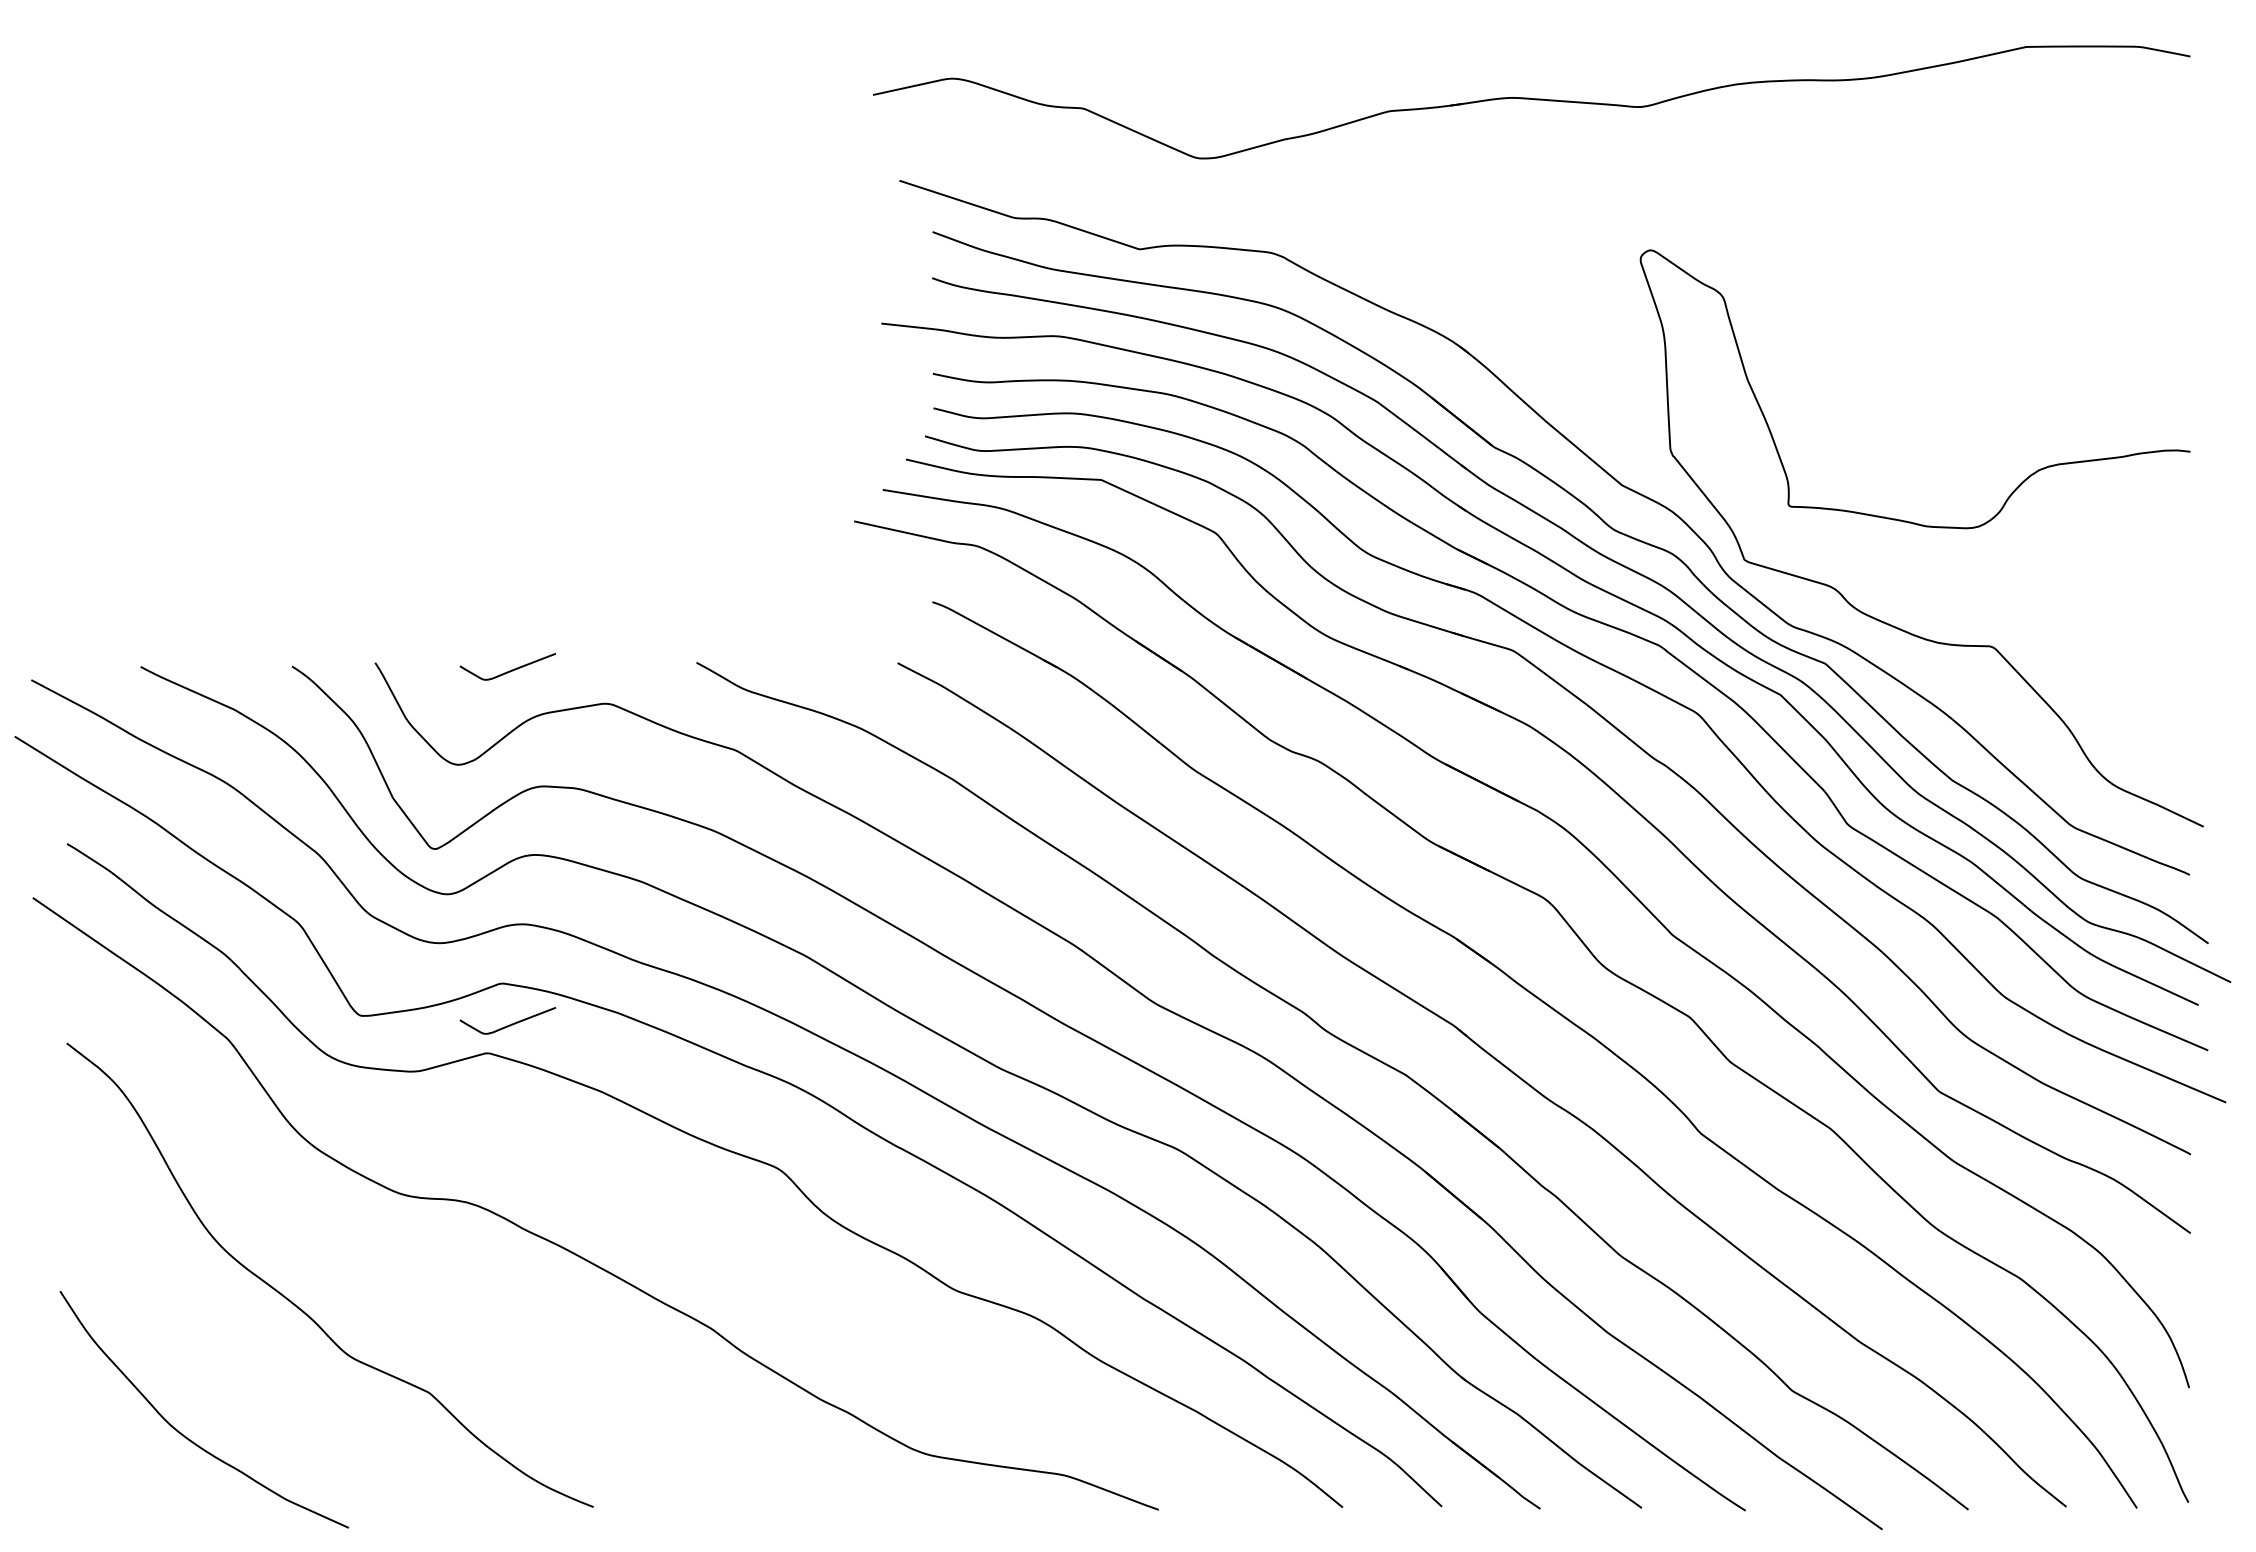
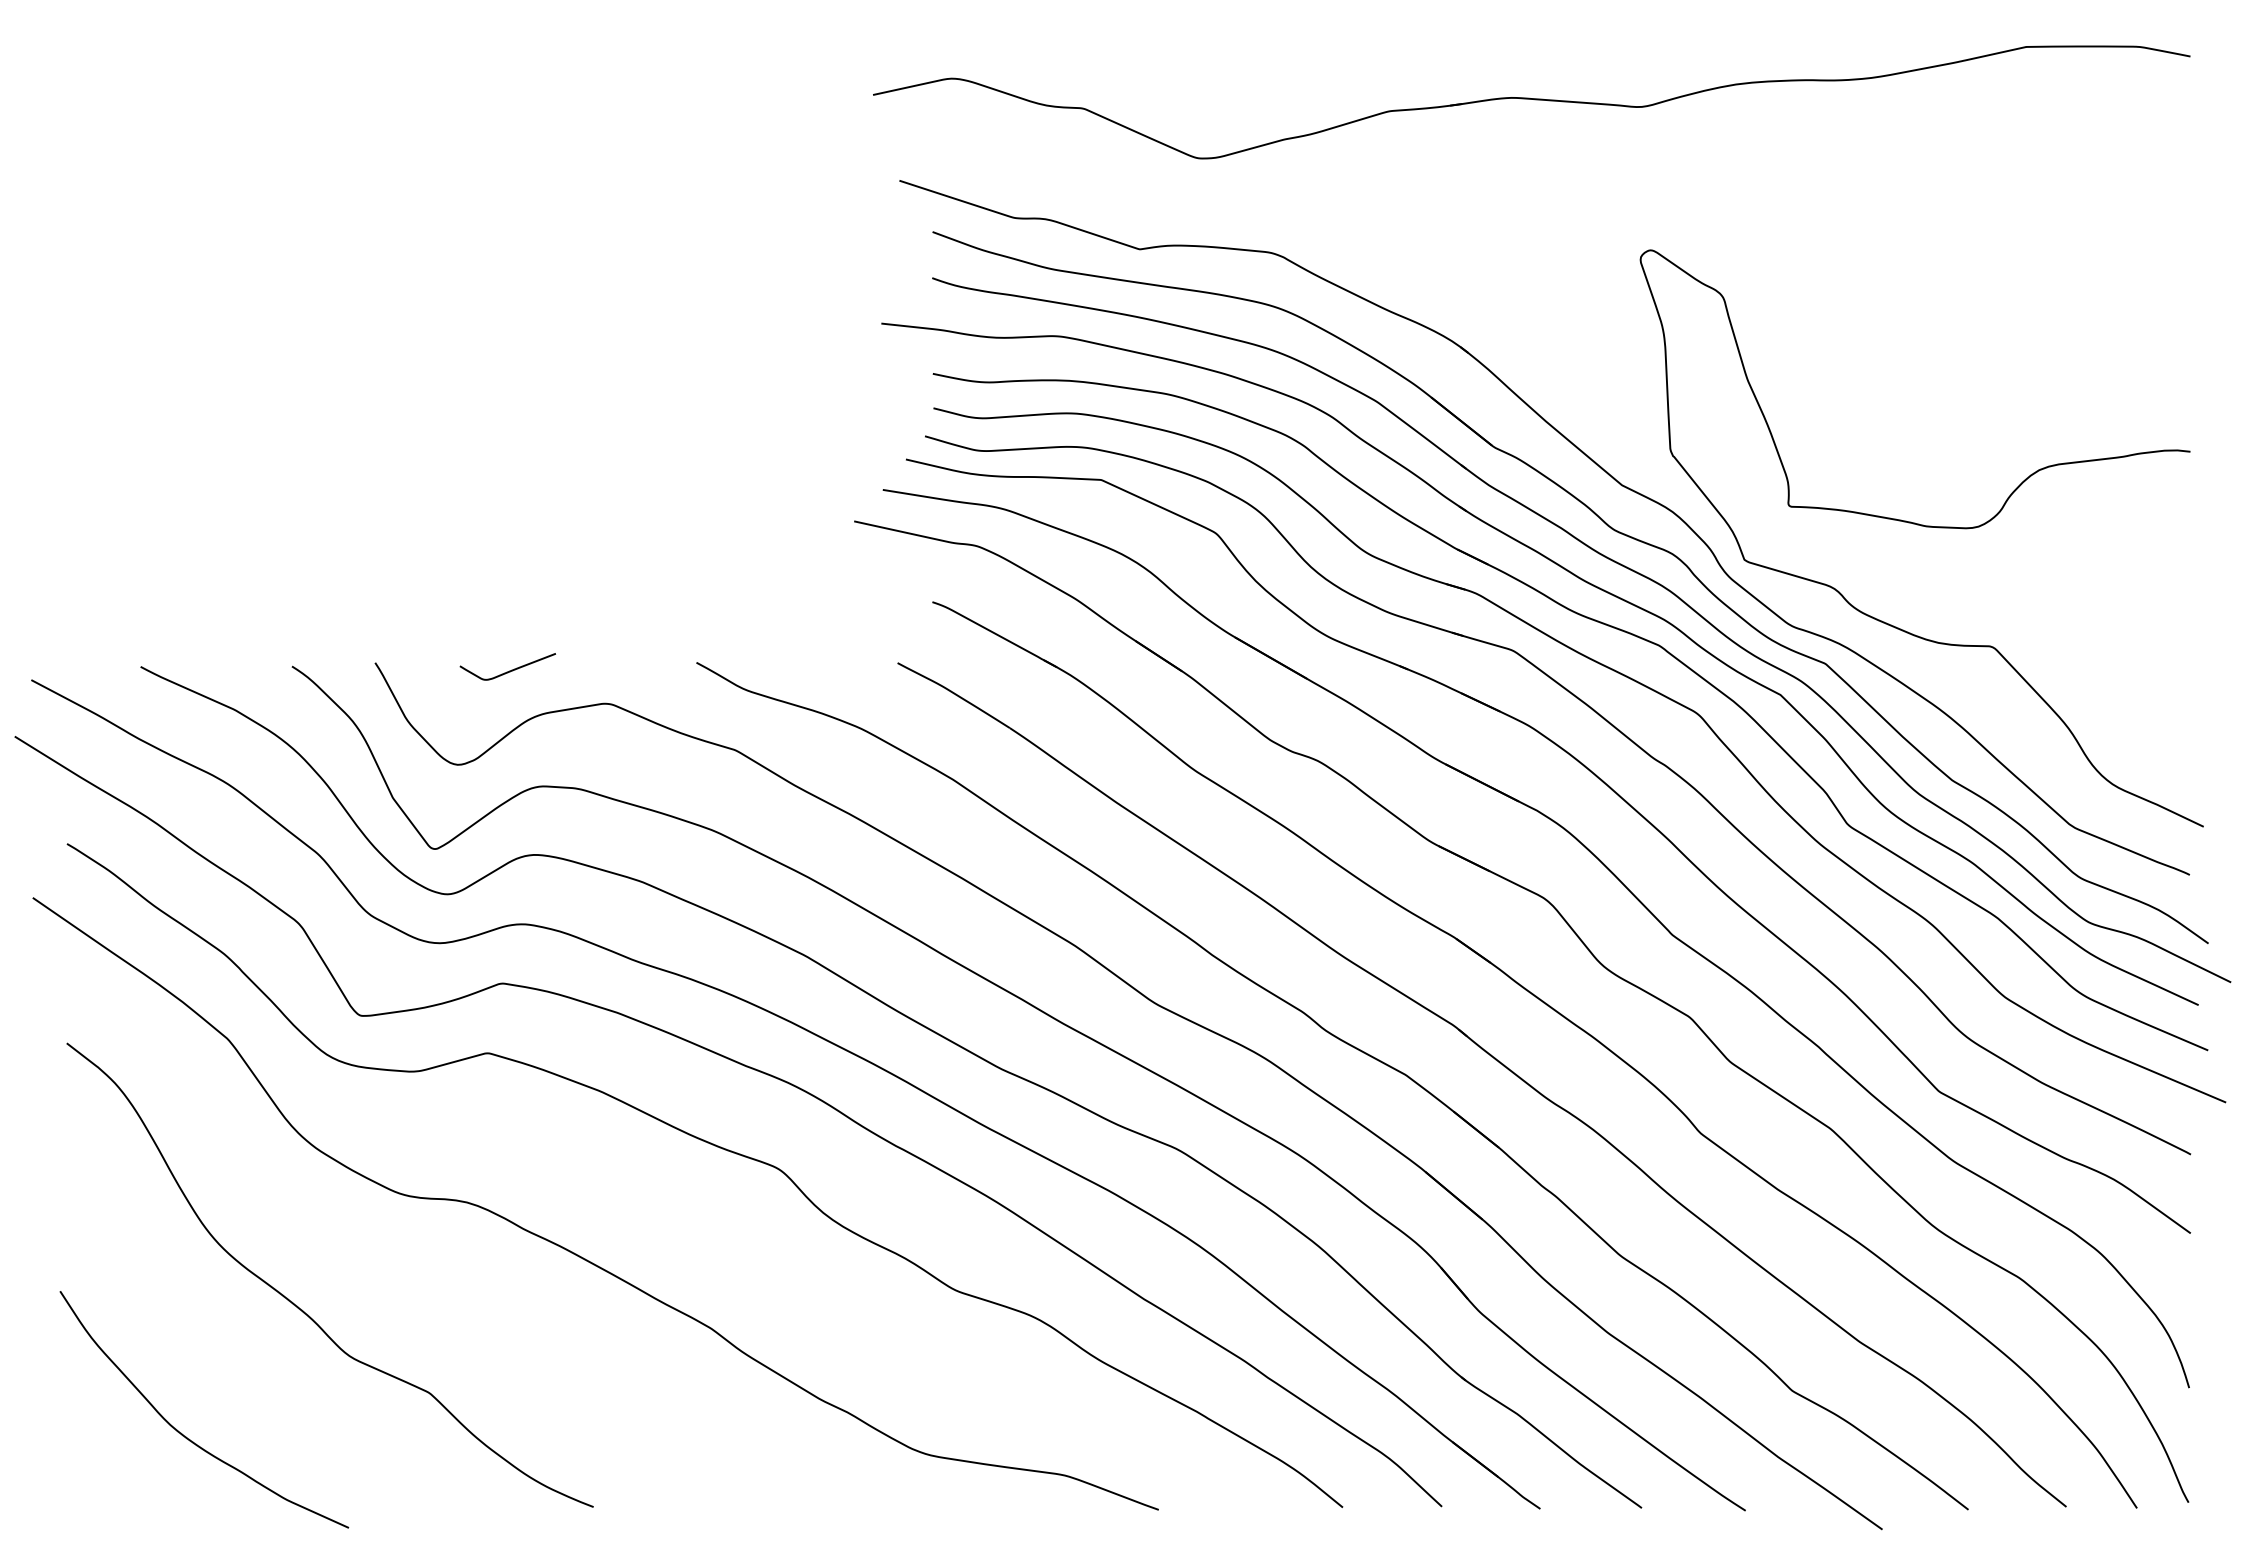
curve at (509, 1024): present -> none
